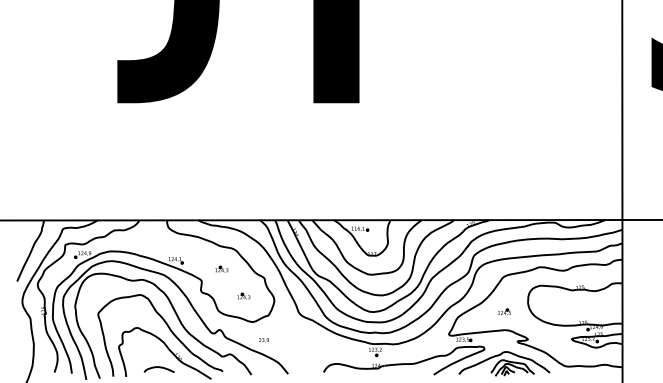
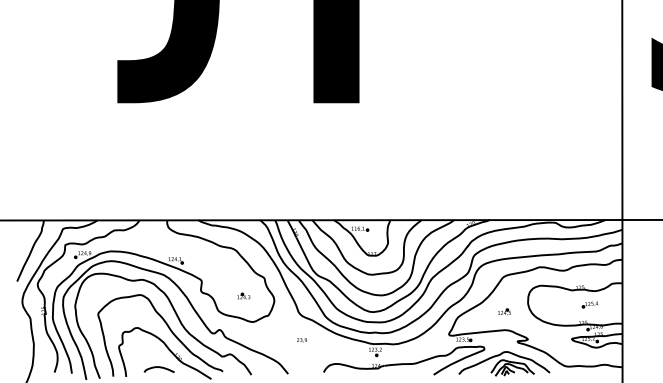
part at (221, 268): present -> none
part at (589, 304): none -> present
text at (263, 340) position: (263, 340) -> (301, 340)
